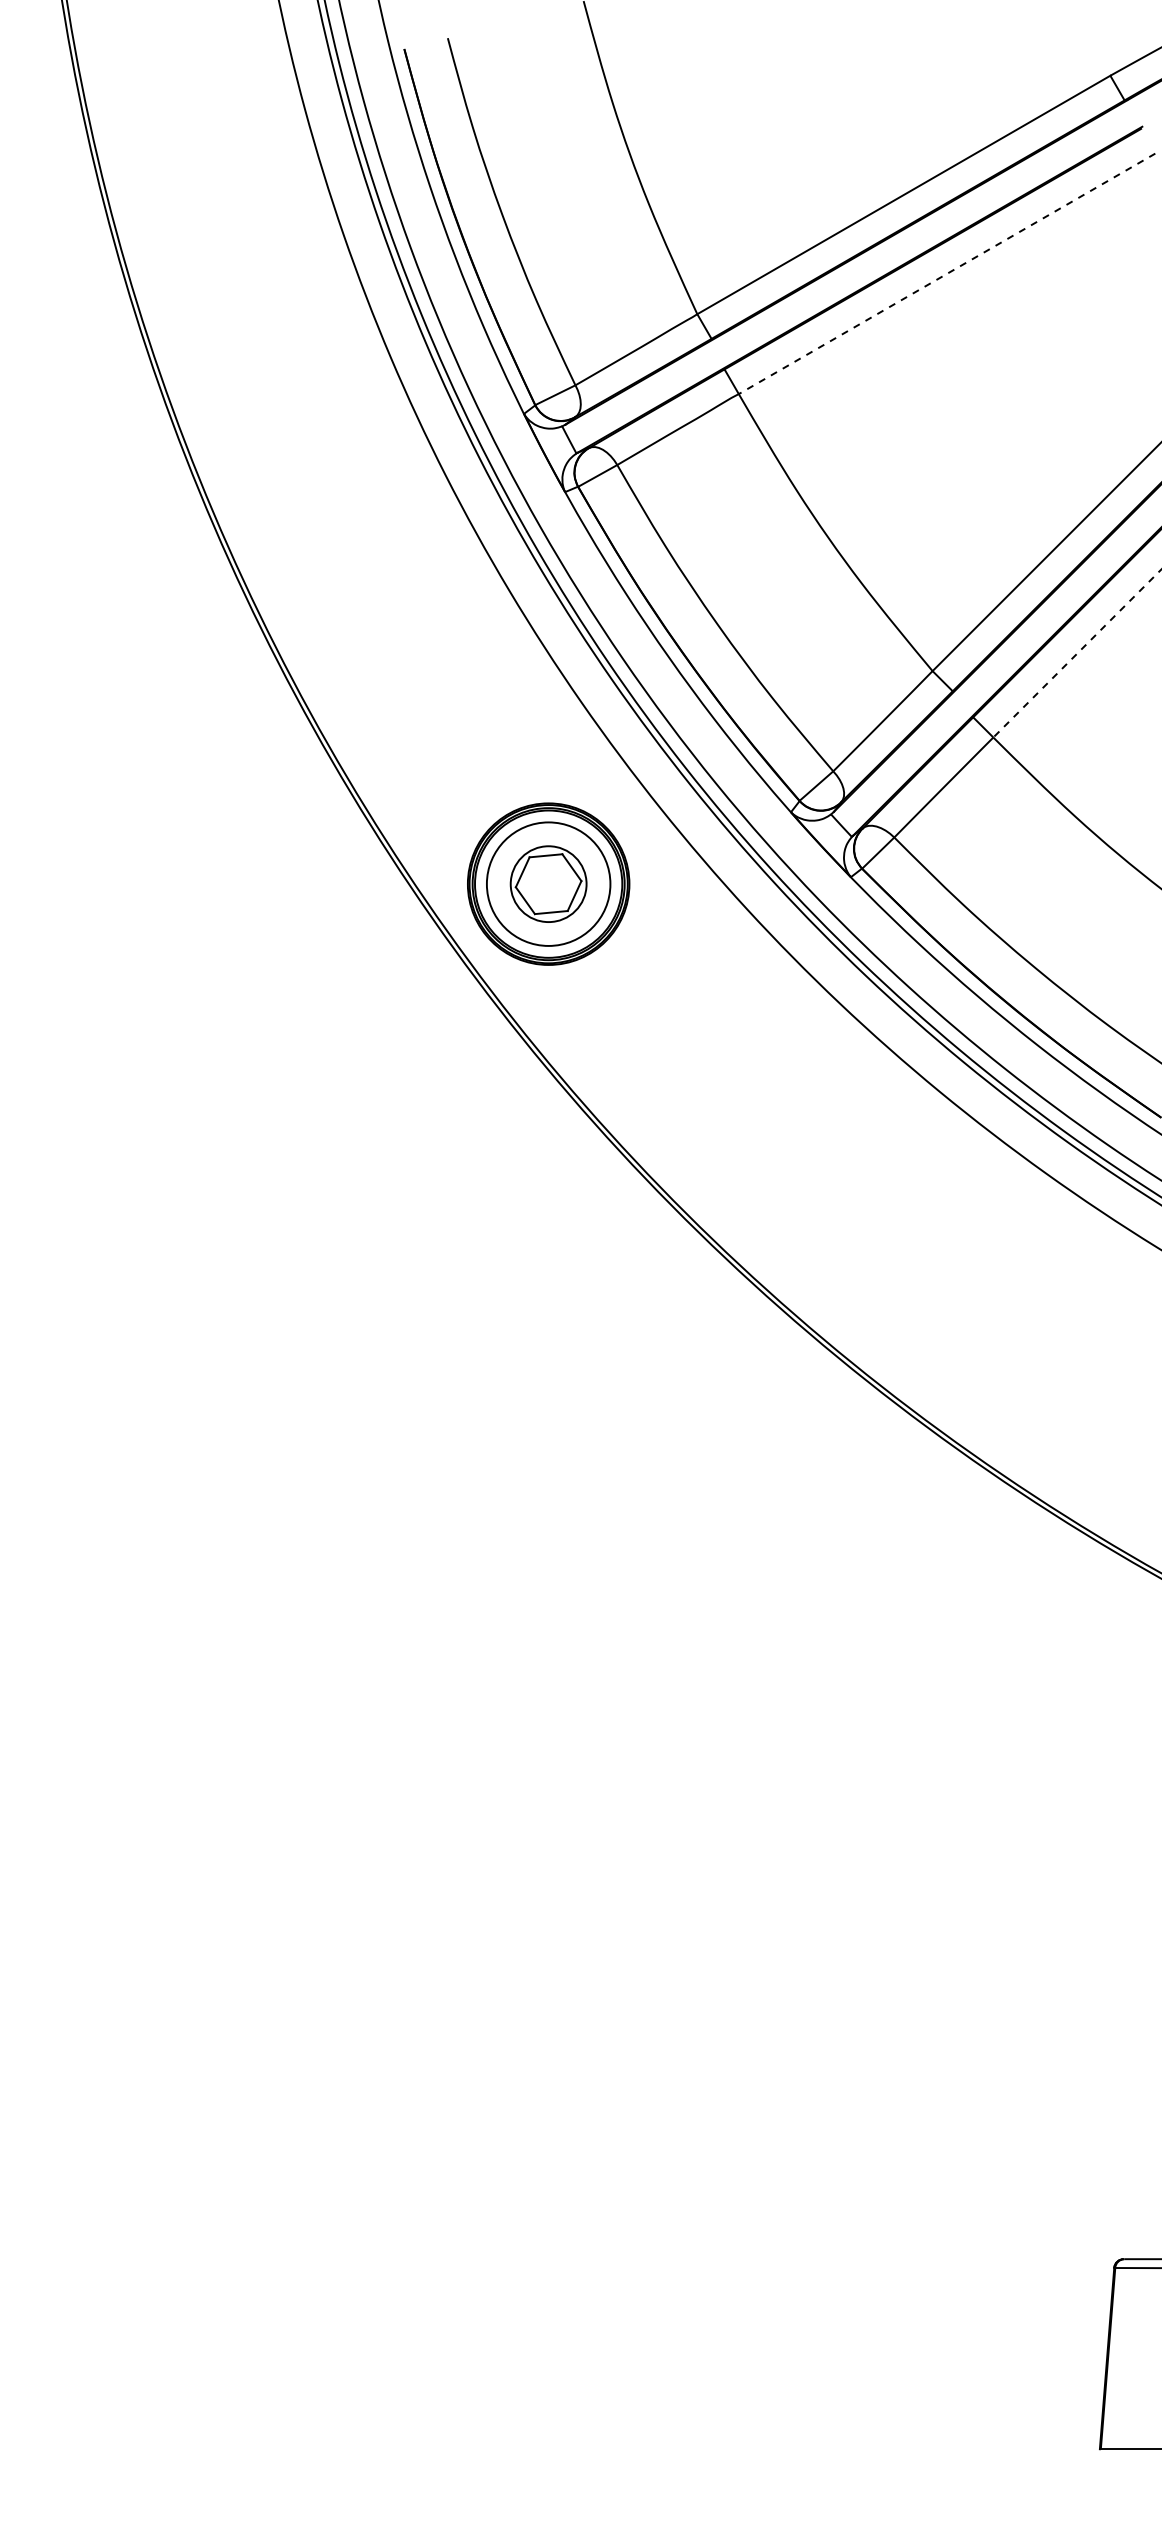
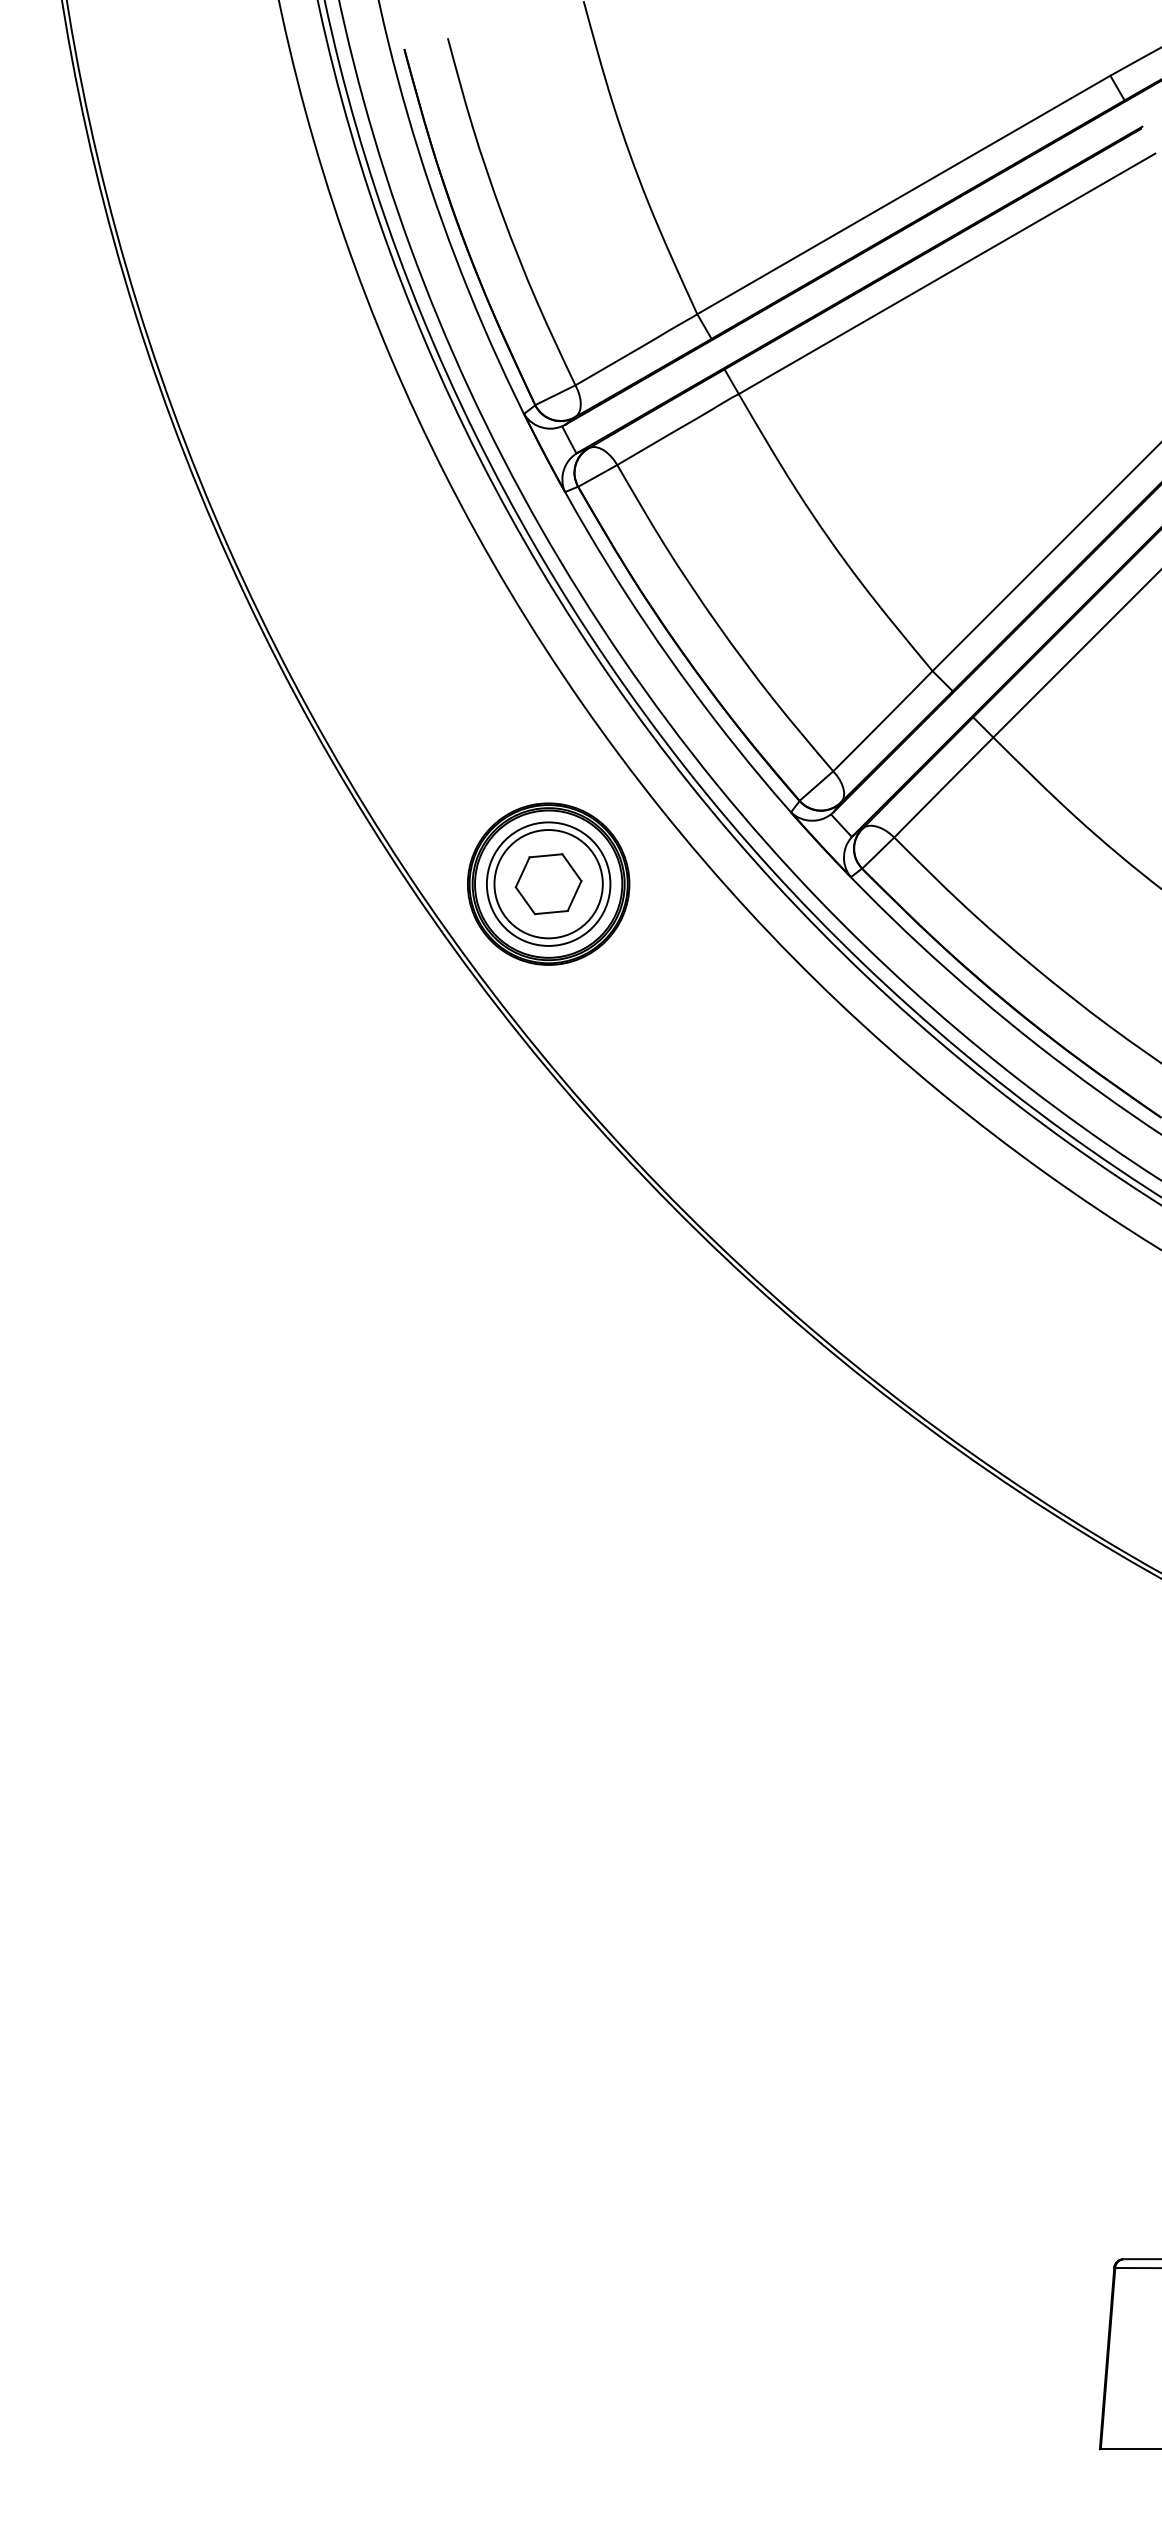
line at (946, 274): dashed -> solid
line at (1077, 653): dashed -> solid
circle at (548, 884) diameter: 76 px -> 108 px
